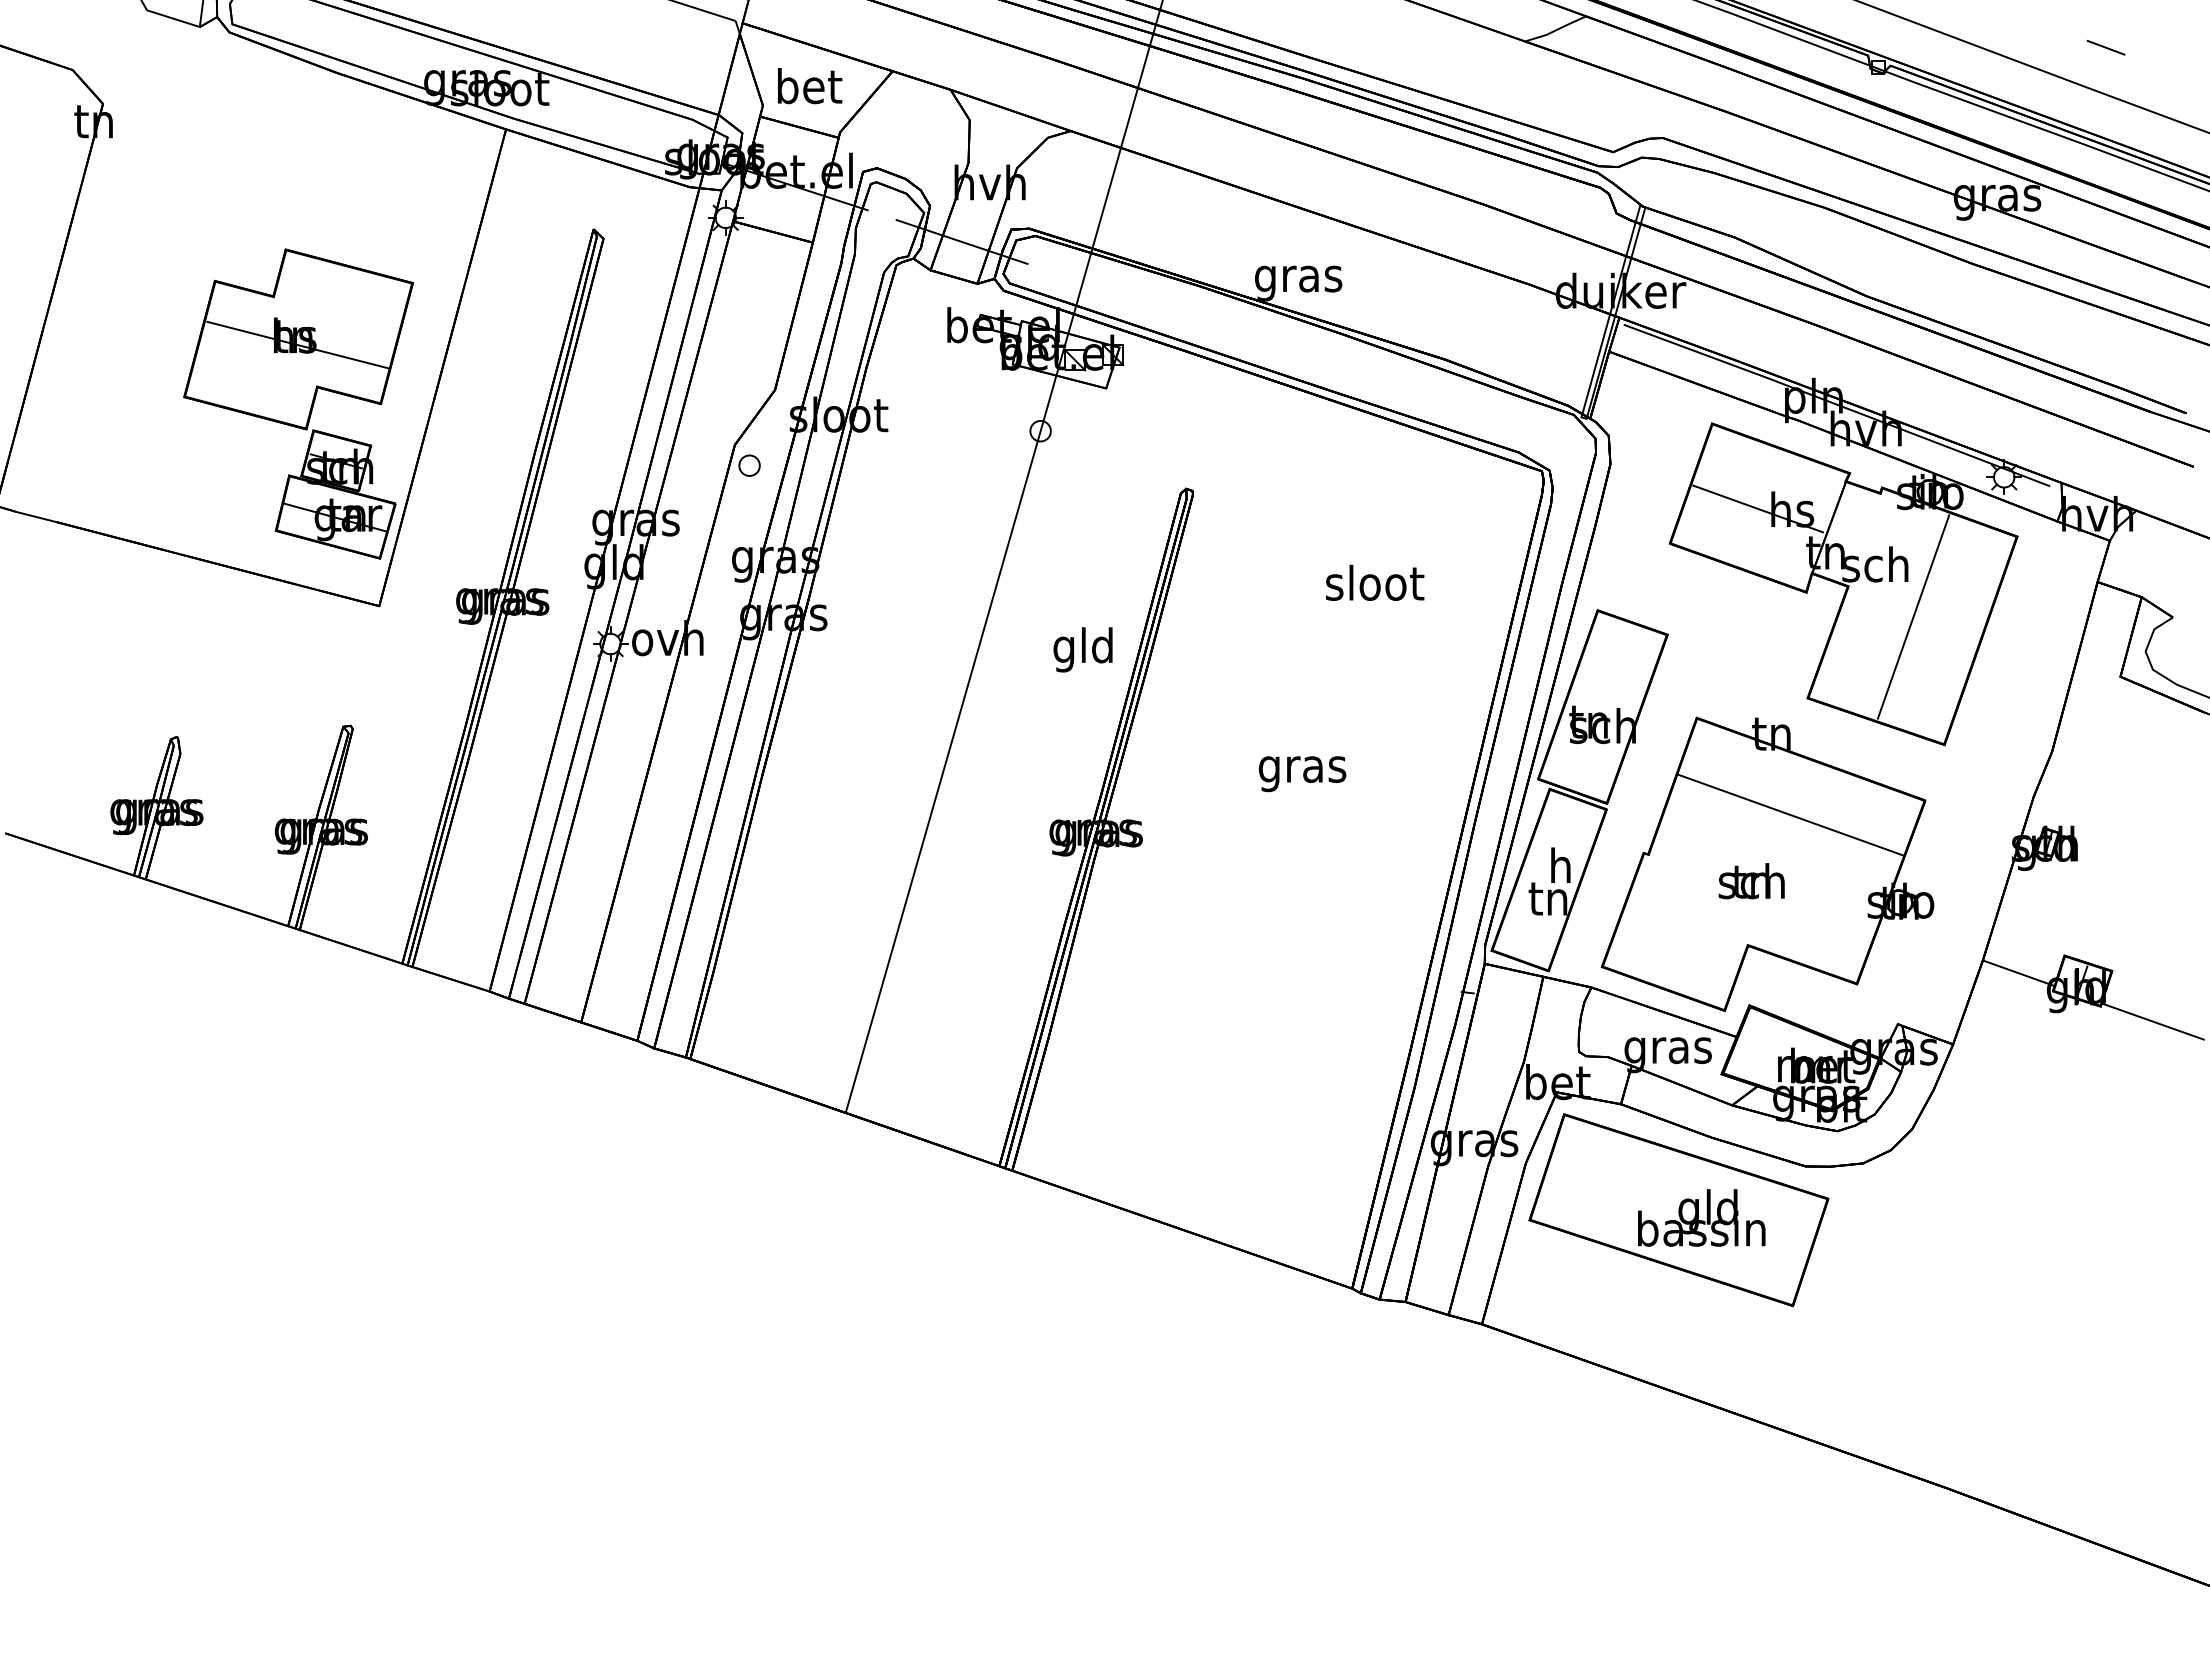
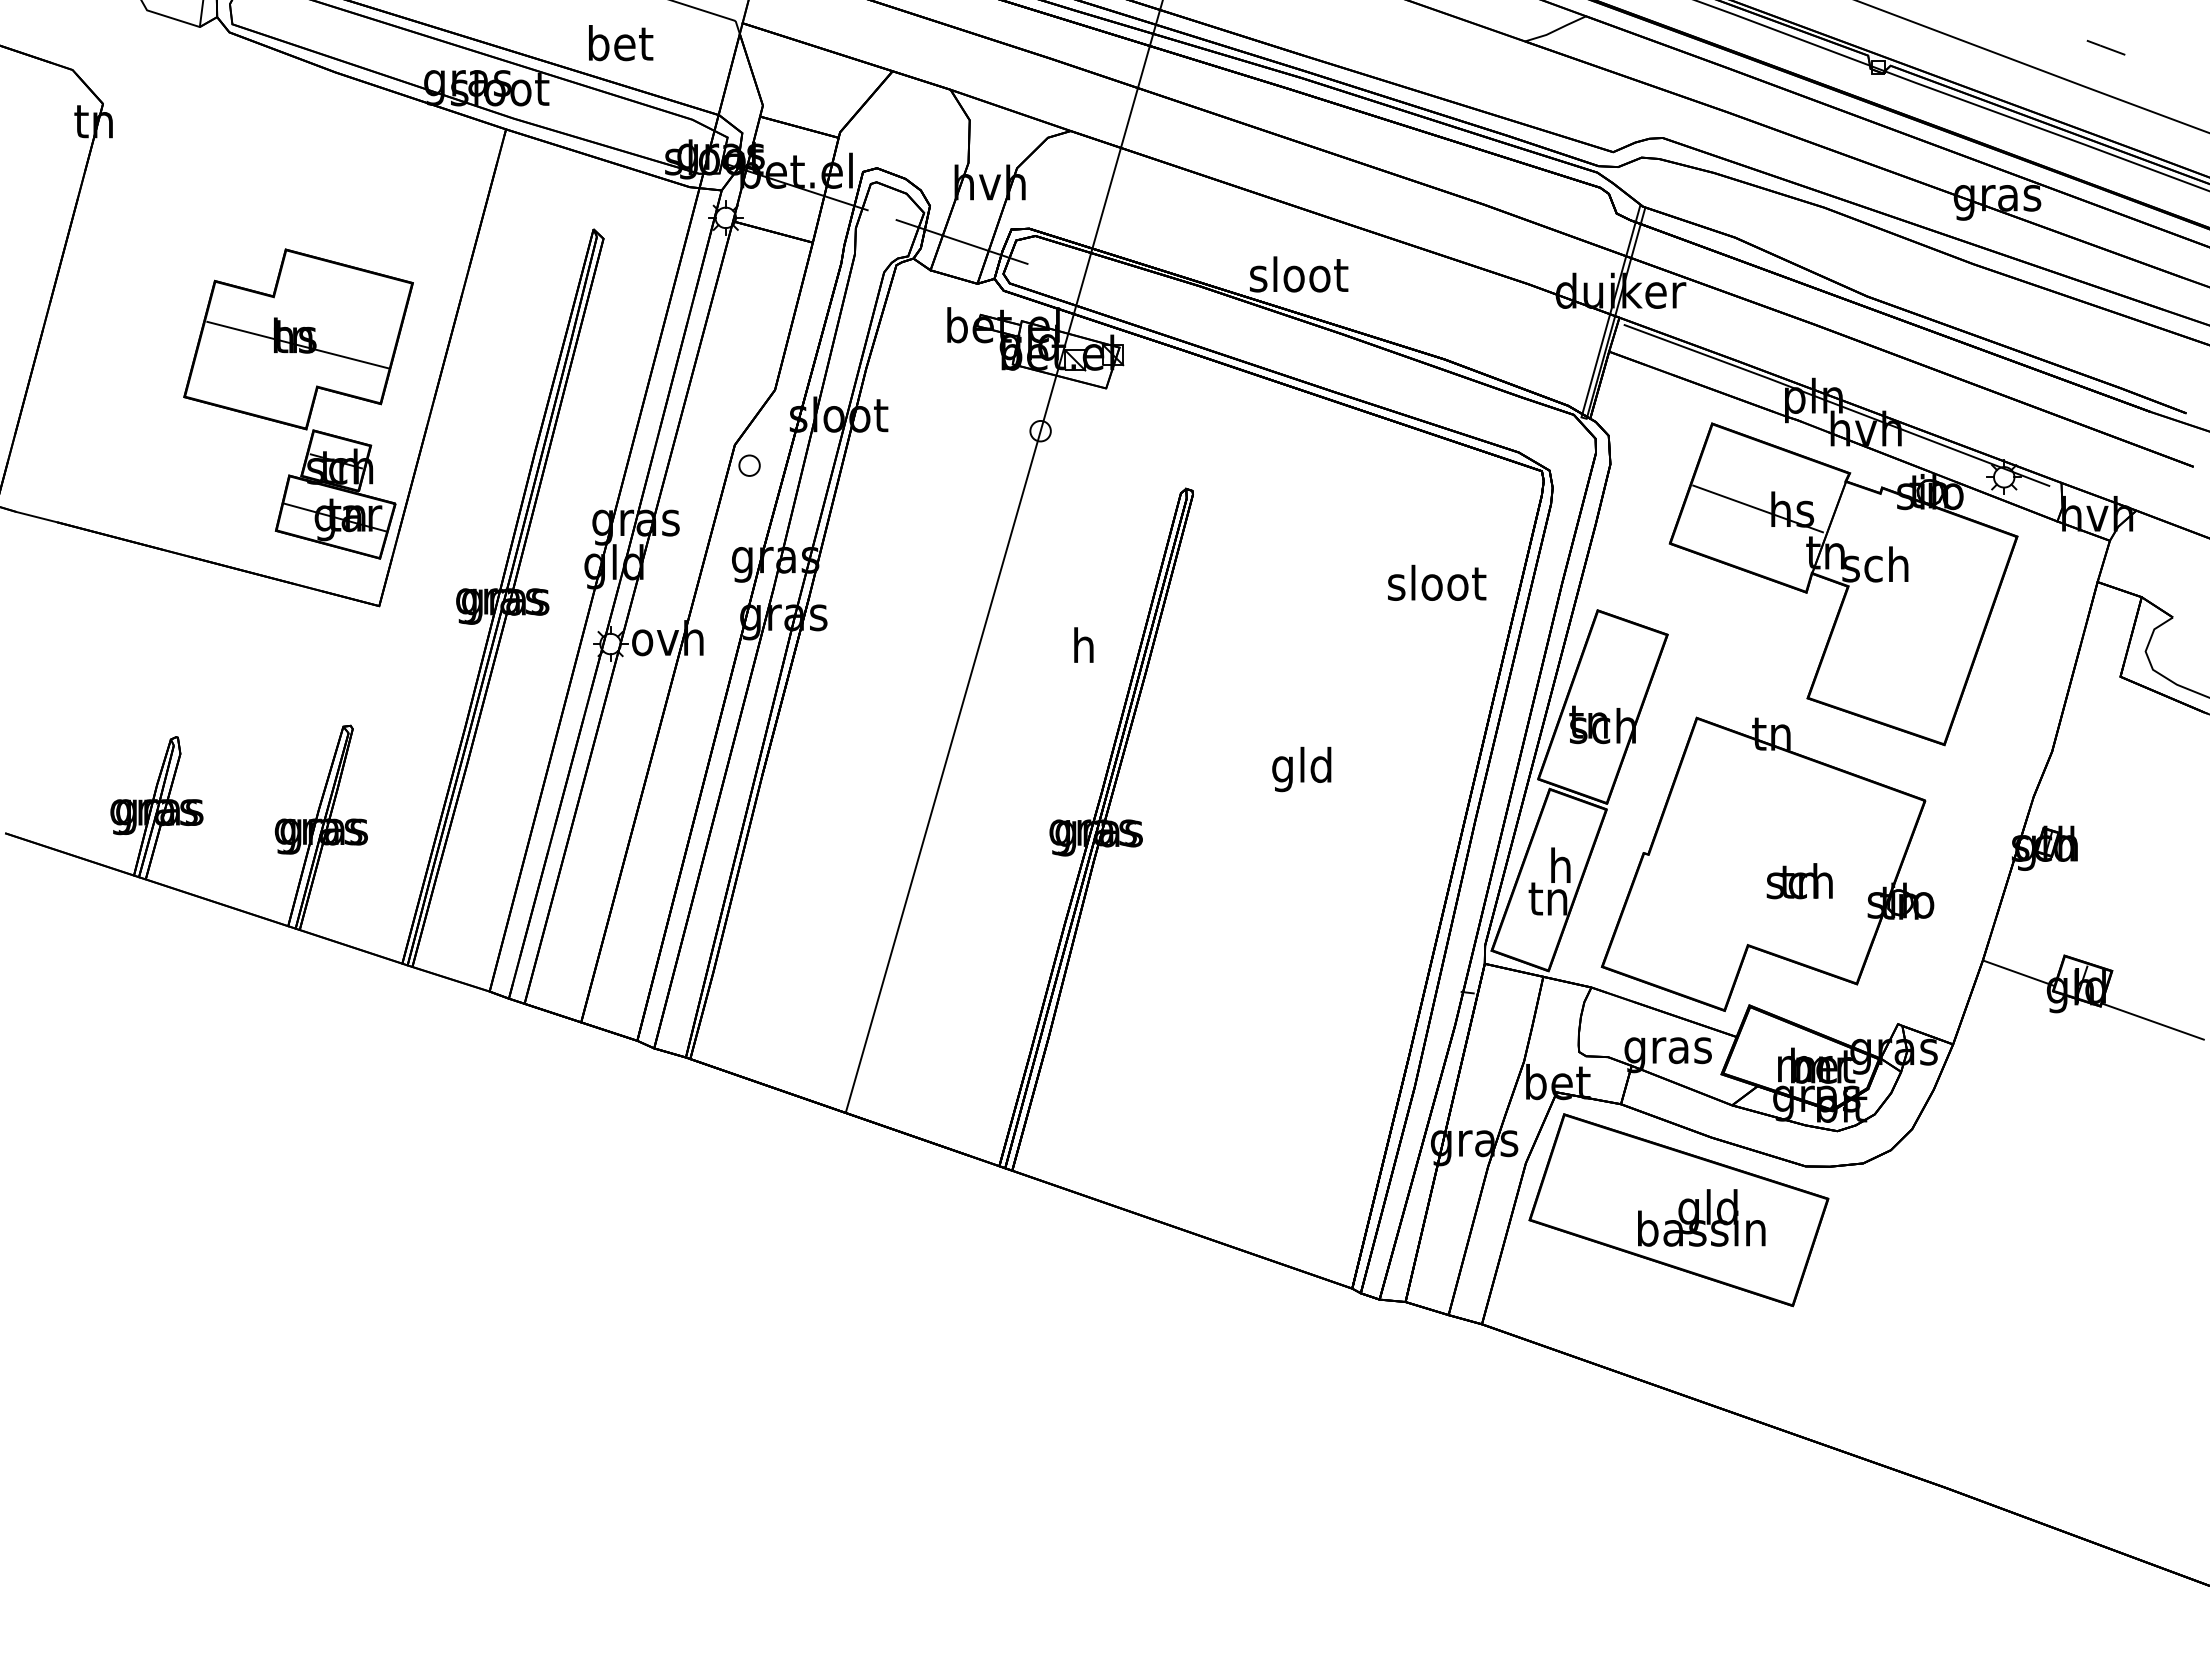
text at (810, 86) position: (810, 86) -> (621, 43)
text at (1298, 278): gras -> sloot
text at (1375, 582) position: (1375, 582) -> (1437, 582)
line at (1913, 616): present -> none
text at (1082, 649): gld -> h
text at (1302, 769): gras -> gld
line at (1790, 814): present -> none
text at (1751, 881) position: (1751, 881) -> (1799, 881)
